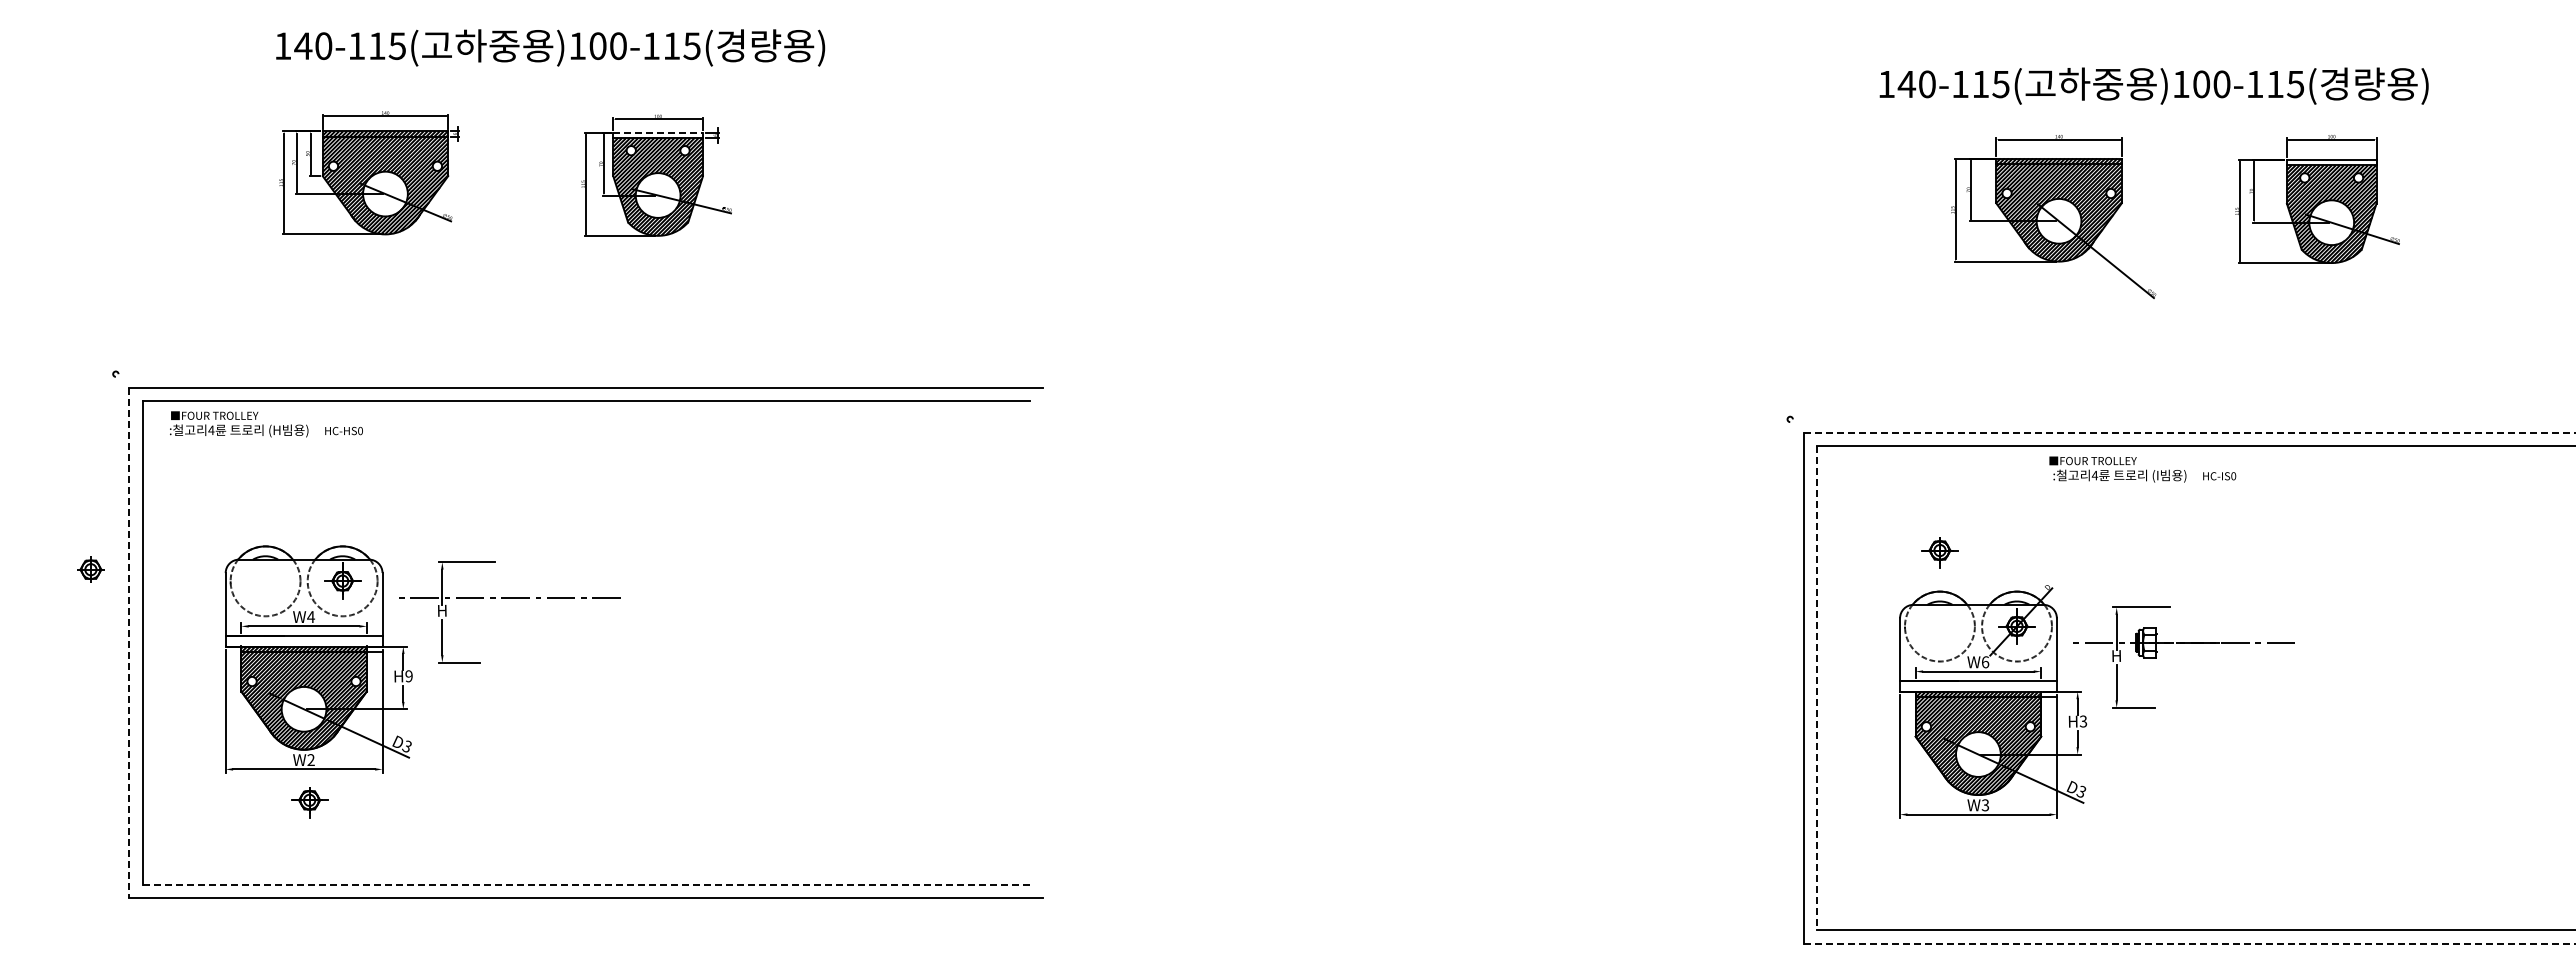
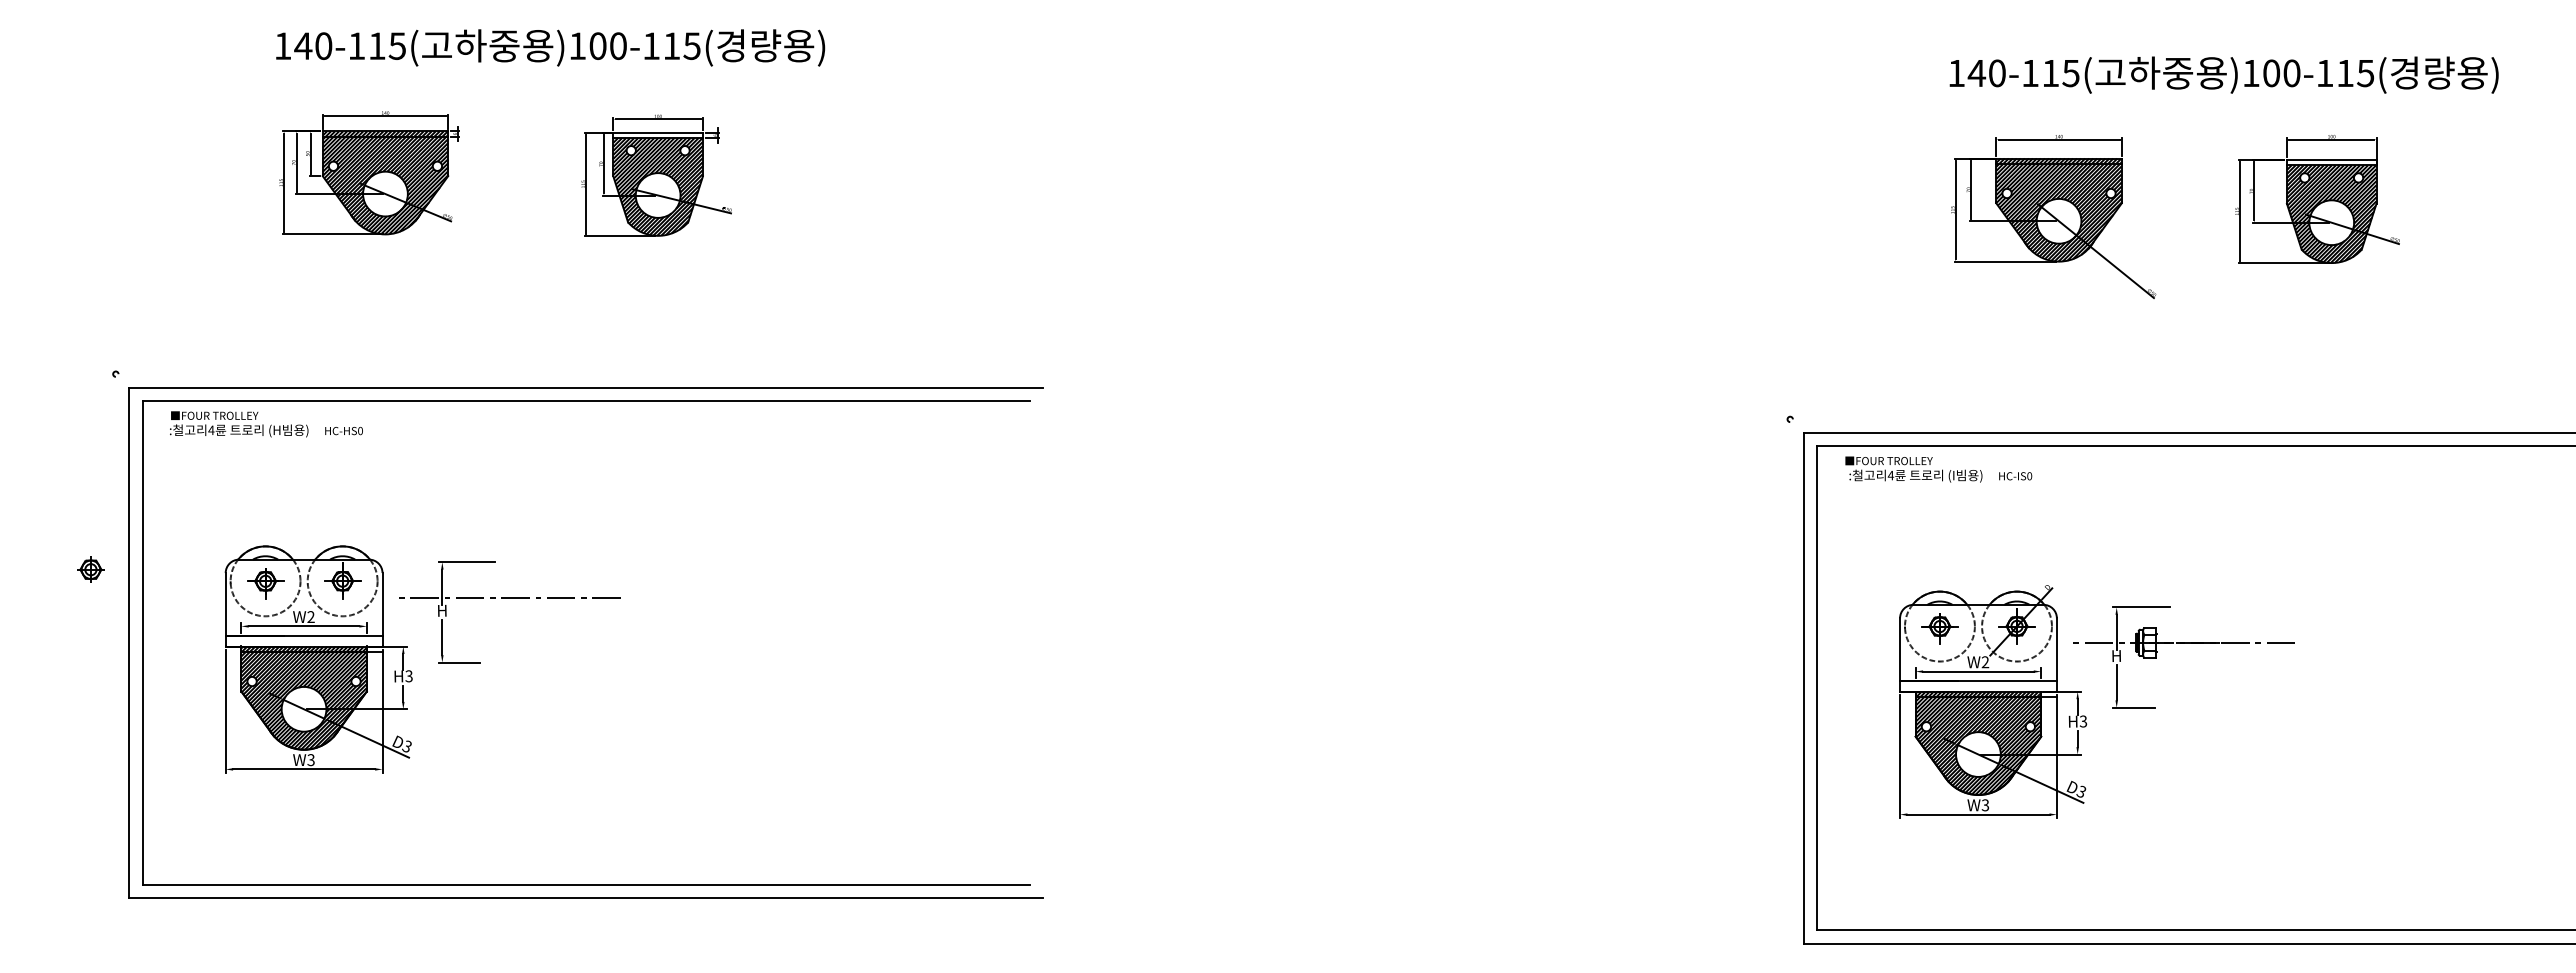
text at (2153, 85) position: (2153, 85) -> (2223, 74)
line at (658, 132): dashed -> solid
line at (2190, 432): dashed -> solid
text at (2142, 469) position: (2142, 469) -> (1938, 469)
part at (1939, 552) position: (1939, 552) -> (1939, 628)
text at (311, 616): W4 -> W2
line at (129, 643): dashed -> solid
text at (1985, 662): W6 -> W2
text at (408, 676): H9 -> H3
line at (1817, 688): dashed -> solid
text at (310, 760): W2 -> W3
part at (309, 802) position: (309, 802) -> (265, 583)
line at (586, 885): dashed -> solid
line at (2190, 943): dashed -> solid
